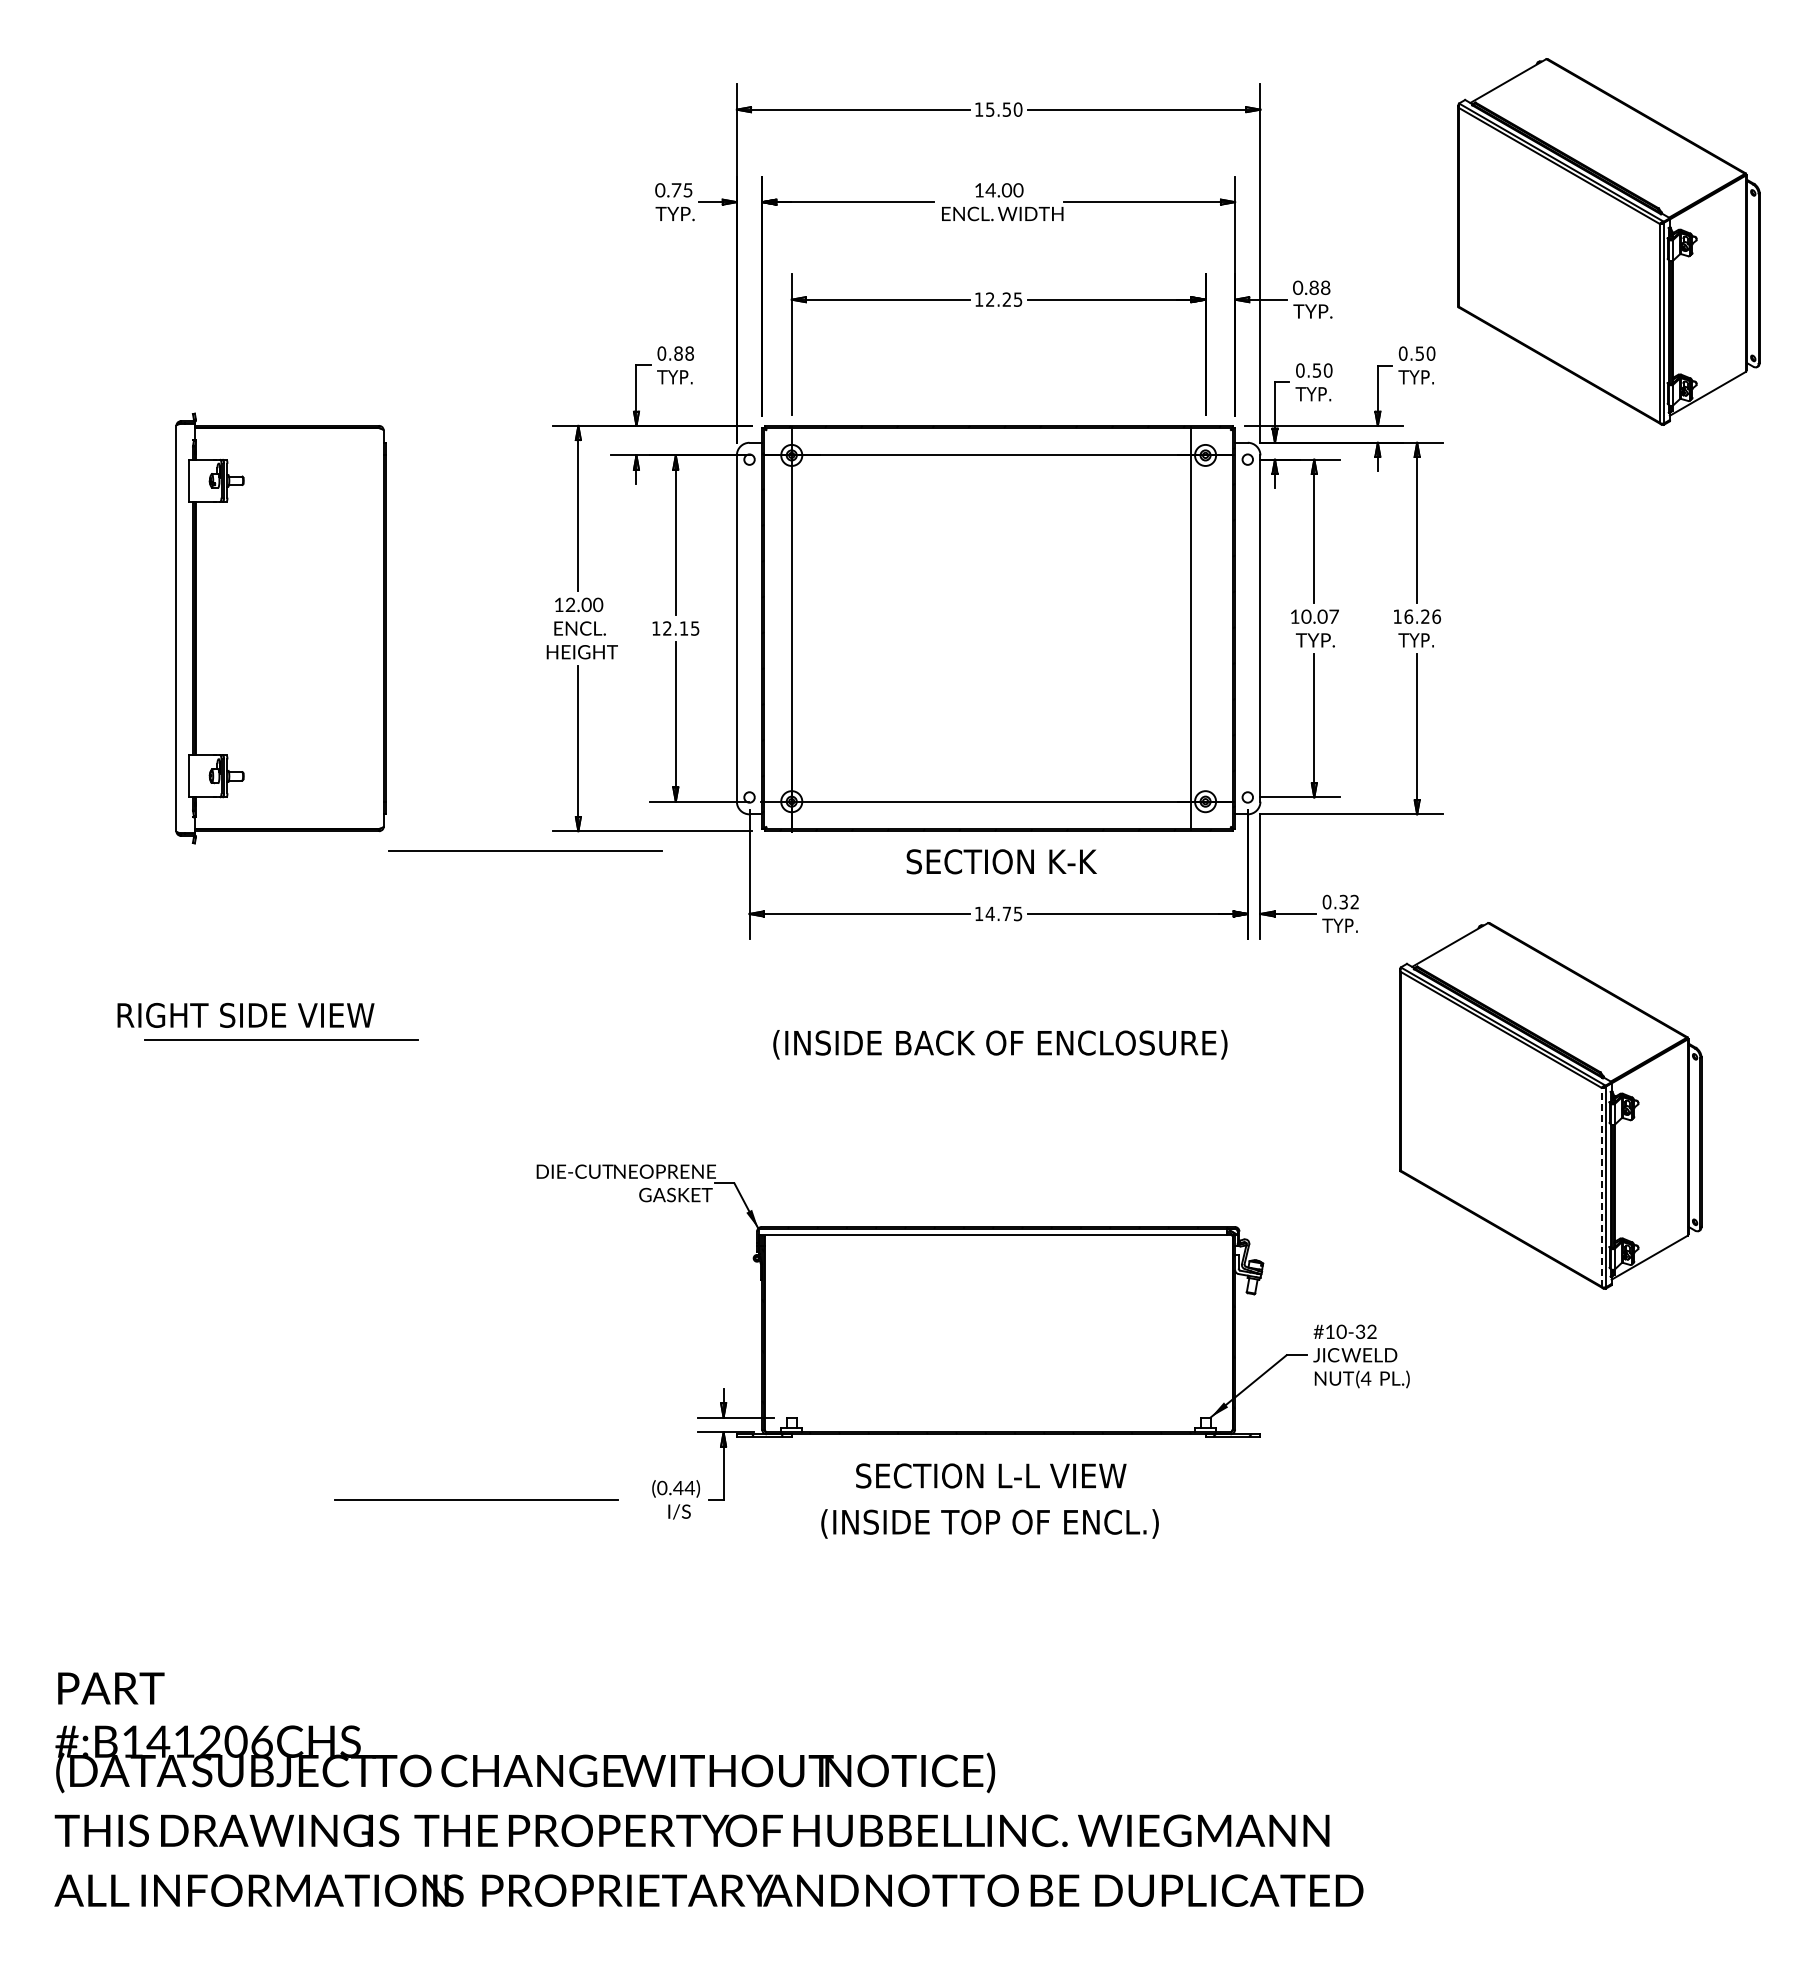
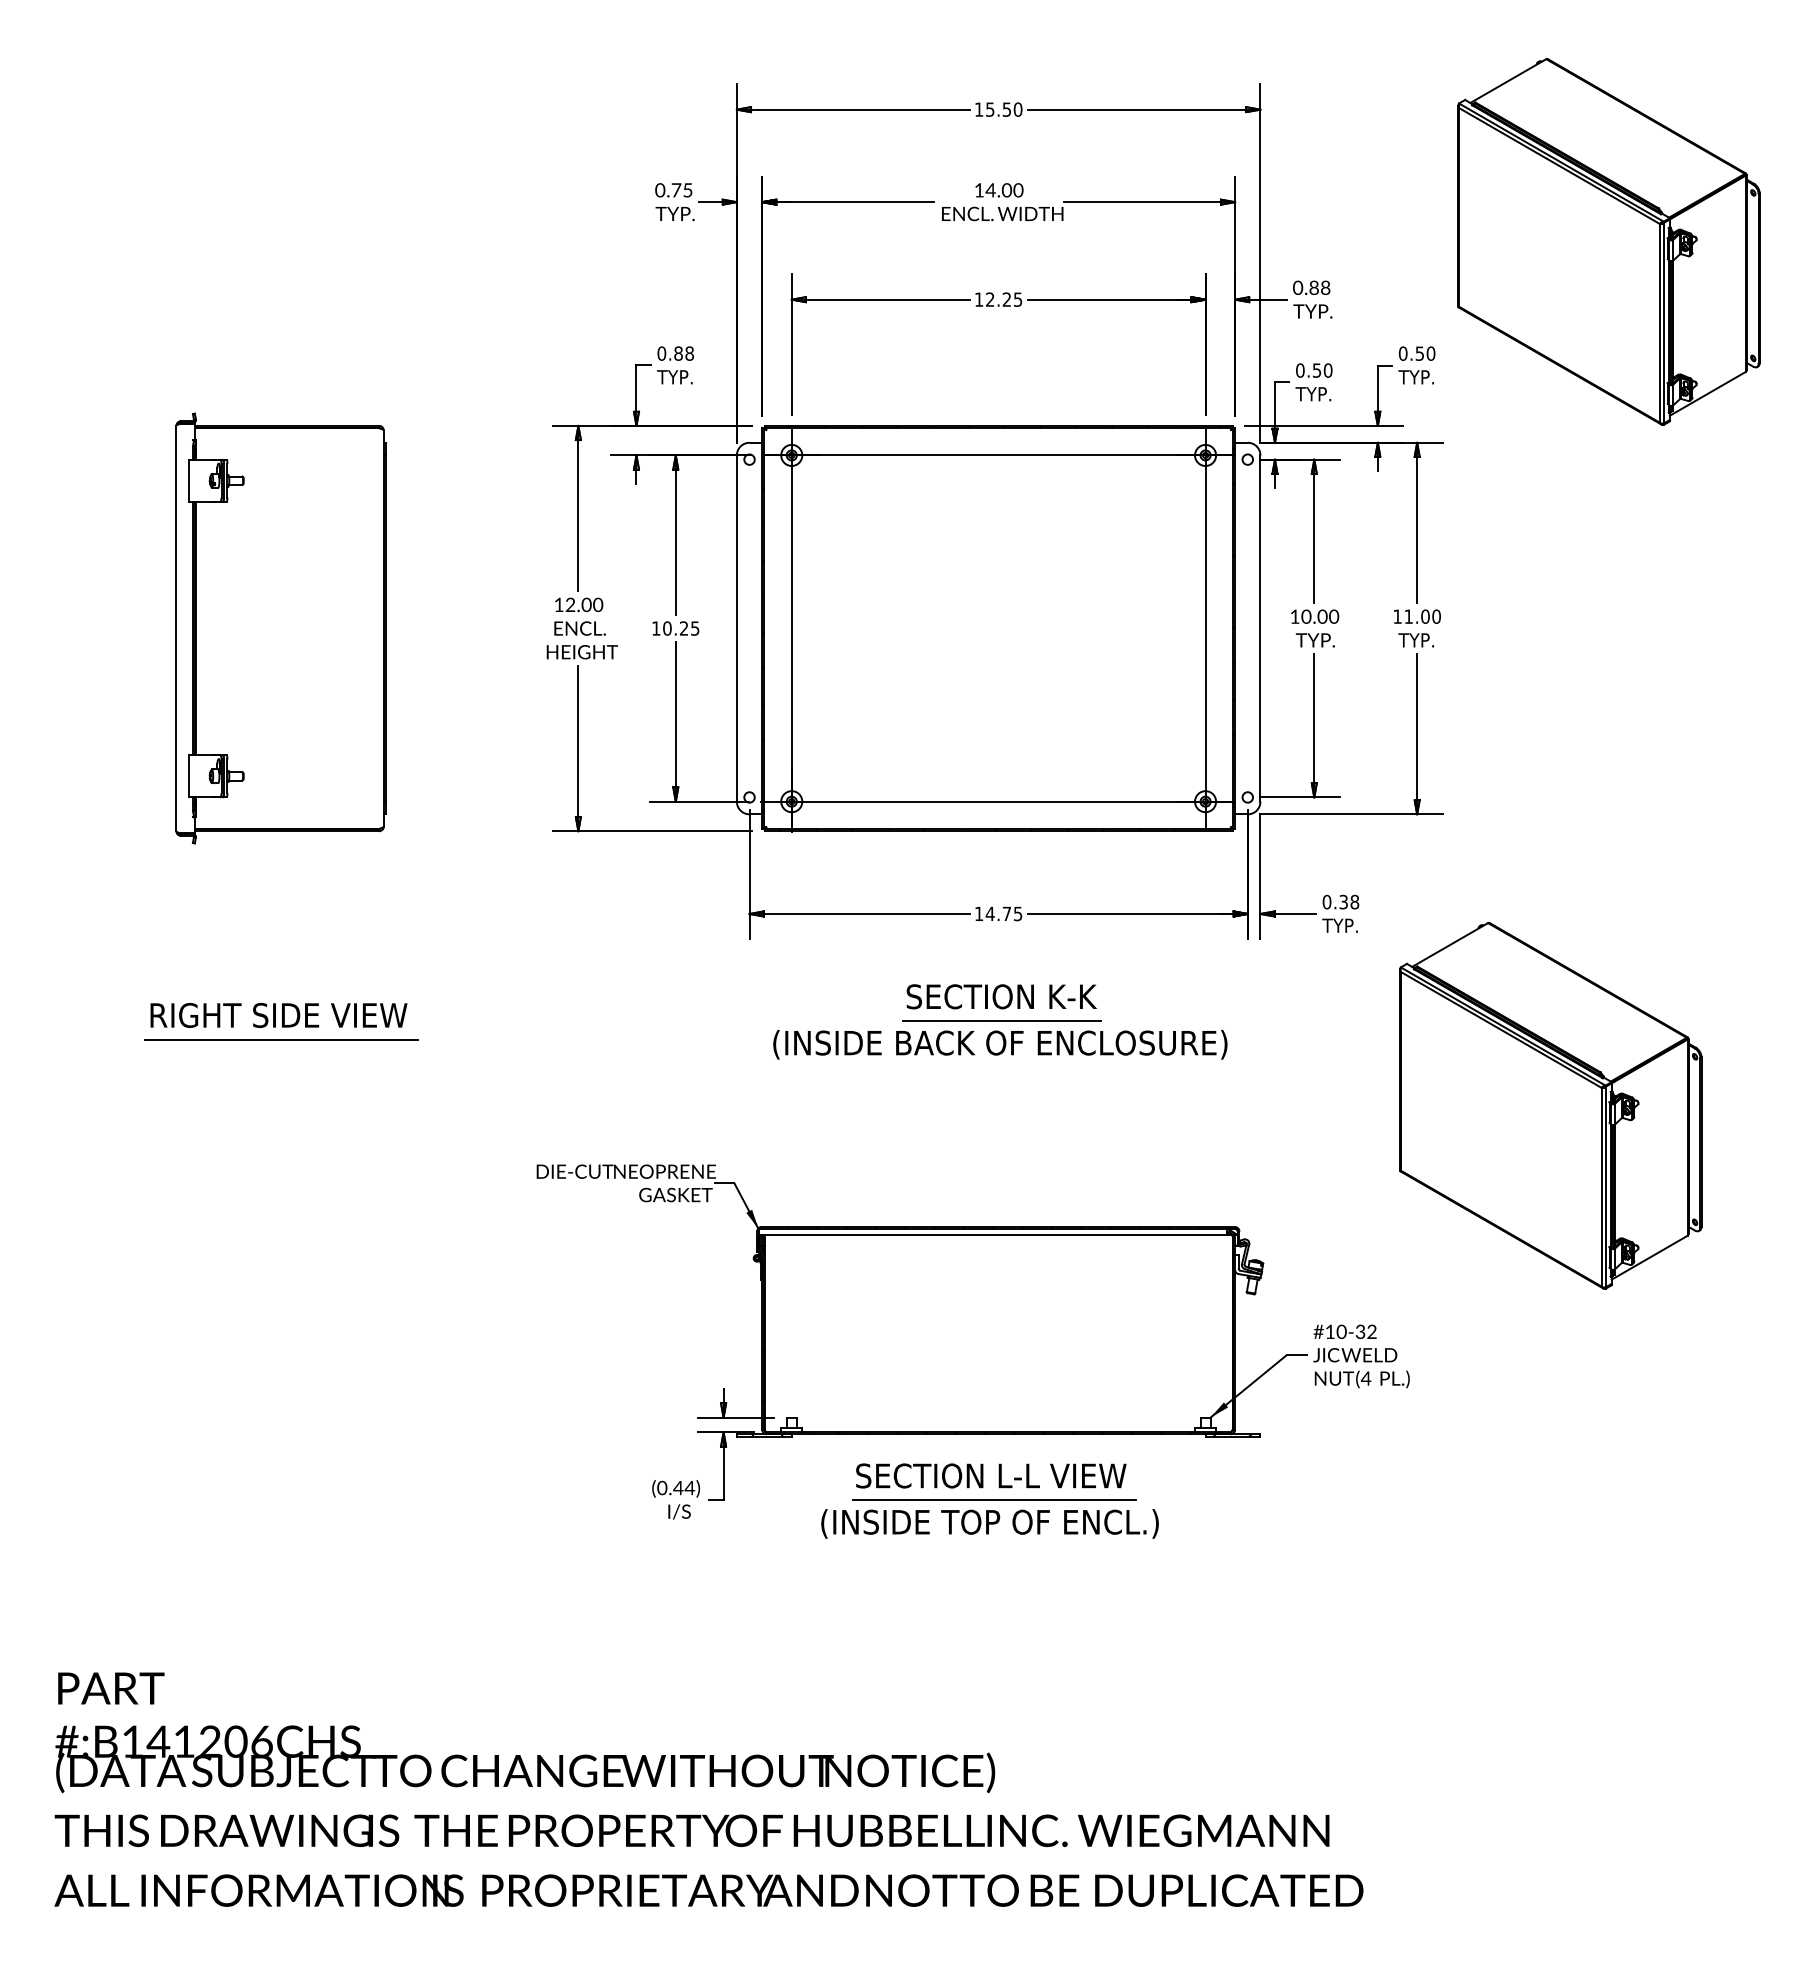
text at (1334, 616): 10.07 -> 10.00
text at (1422, 616): 16.26 -> 11.00
text at (675, 628): 12.15 -> 10.25
line at (1190, 628) position: (1190, 628) -> (1205, 628)
line at (525, 850): present -> none
text at (1001, 861) position: (1001, 861) -> (1001, 996)
text at (1354, 902): 0.32 -> 0.38
text at (245, 1015) position: (245, 1015) -> (278, 1015)
line at (1001, 1020): none -> present
line at (1601, 1186): dashed -> solid
line at (476, 1499) position: (476, 1499) -> (994, 1499)
